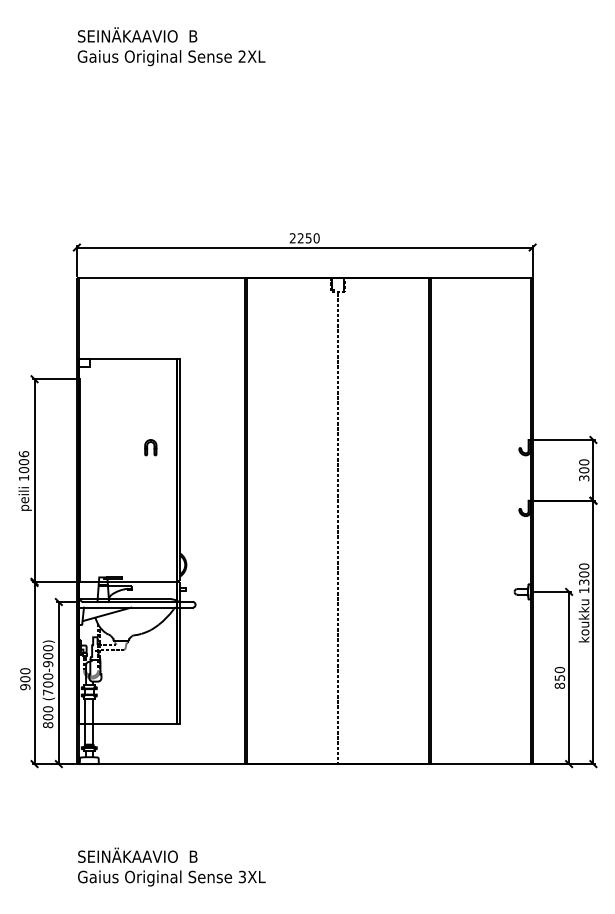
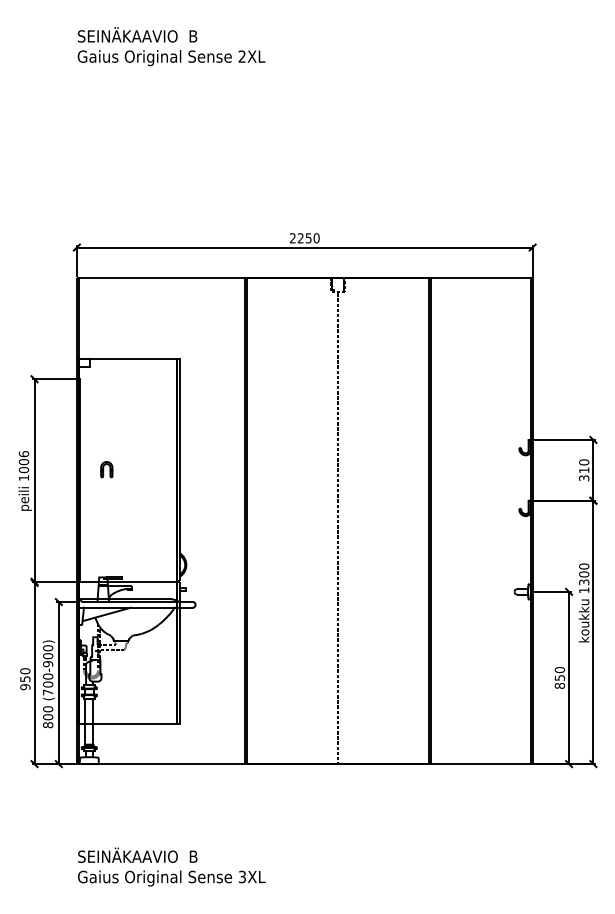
part at (150, 447) position: (150, 447) -> (106, 469)
text at (584, 470): 300 -> 310
text at (25, 679): 900 -> 950
